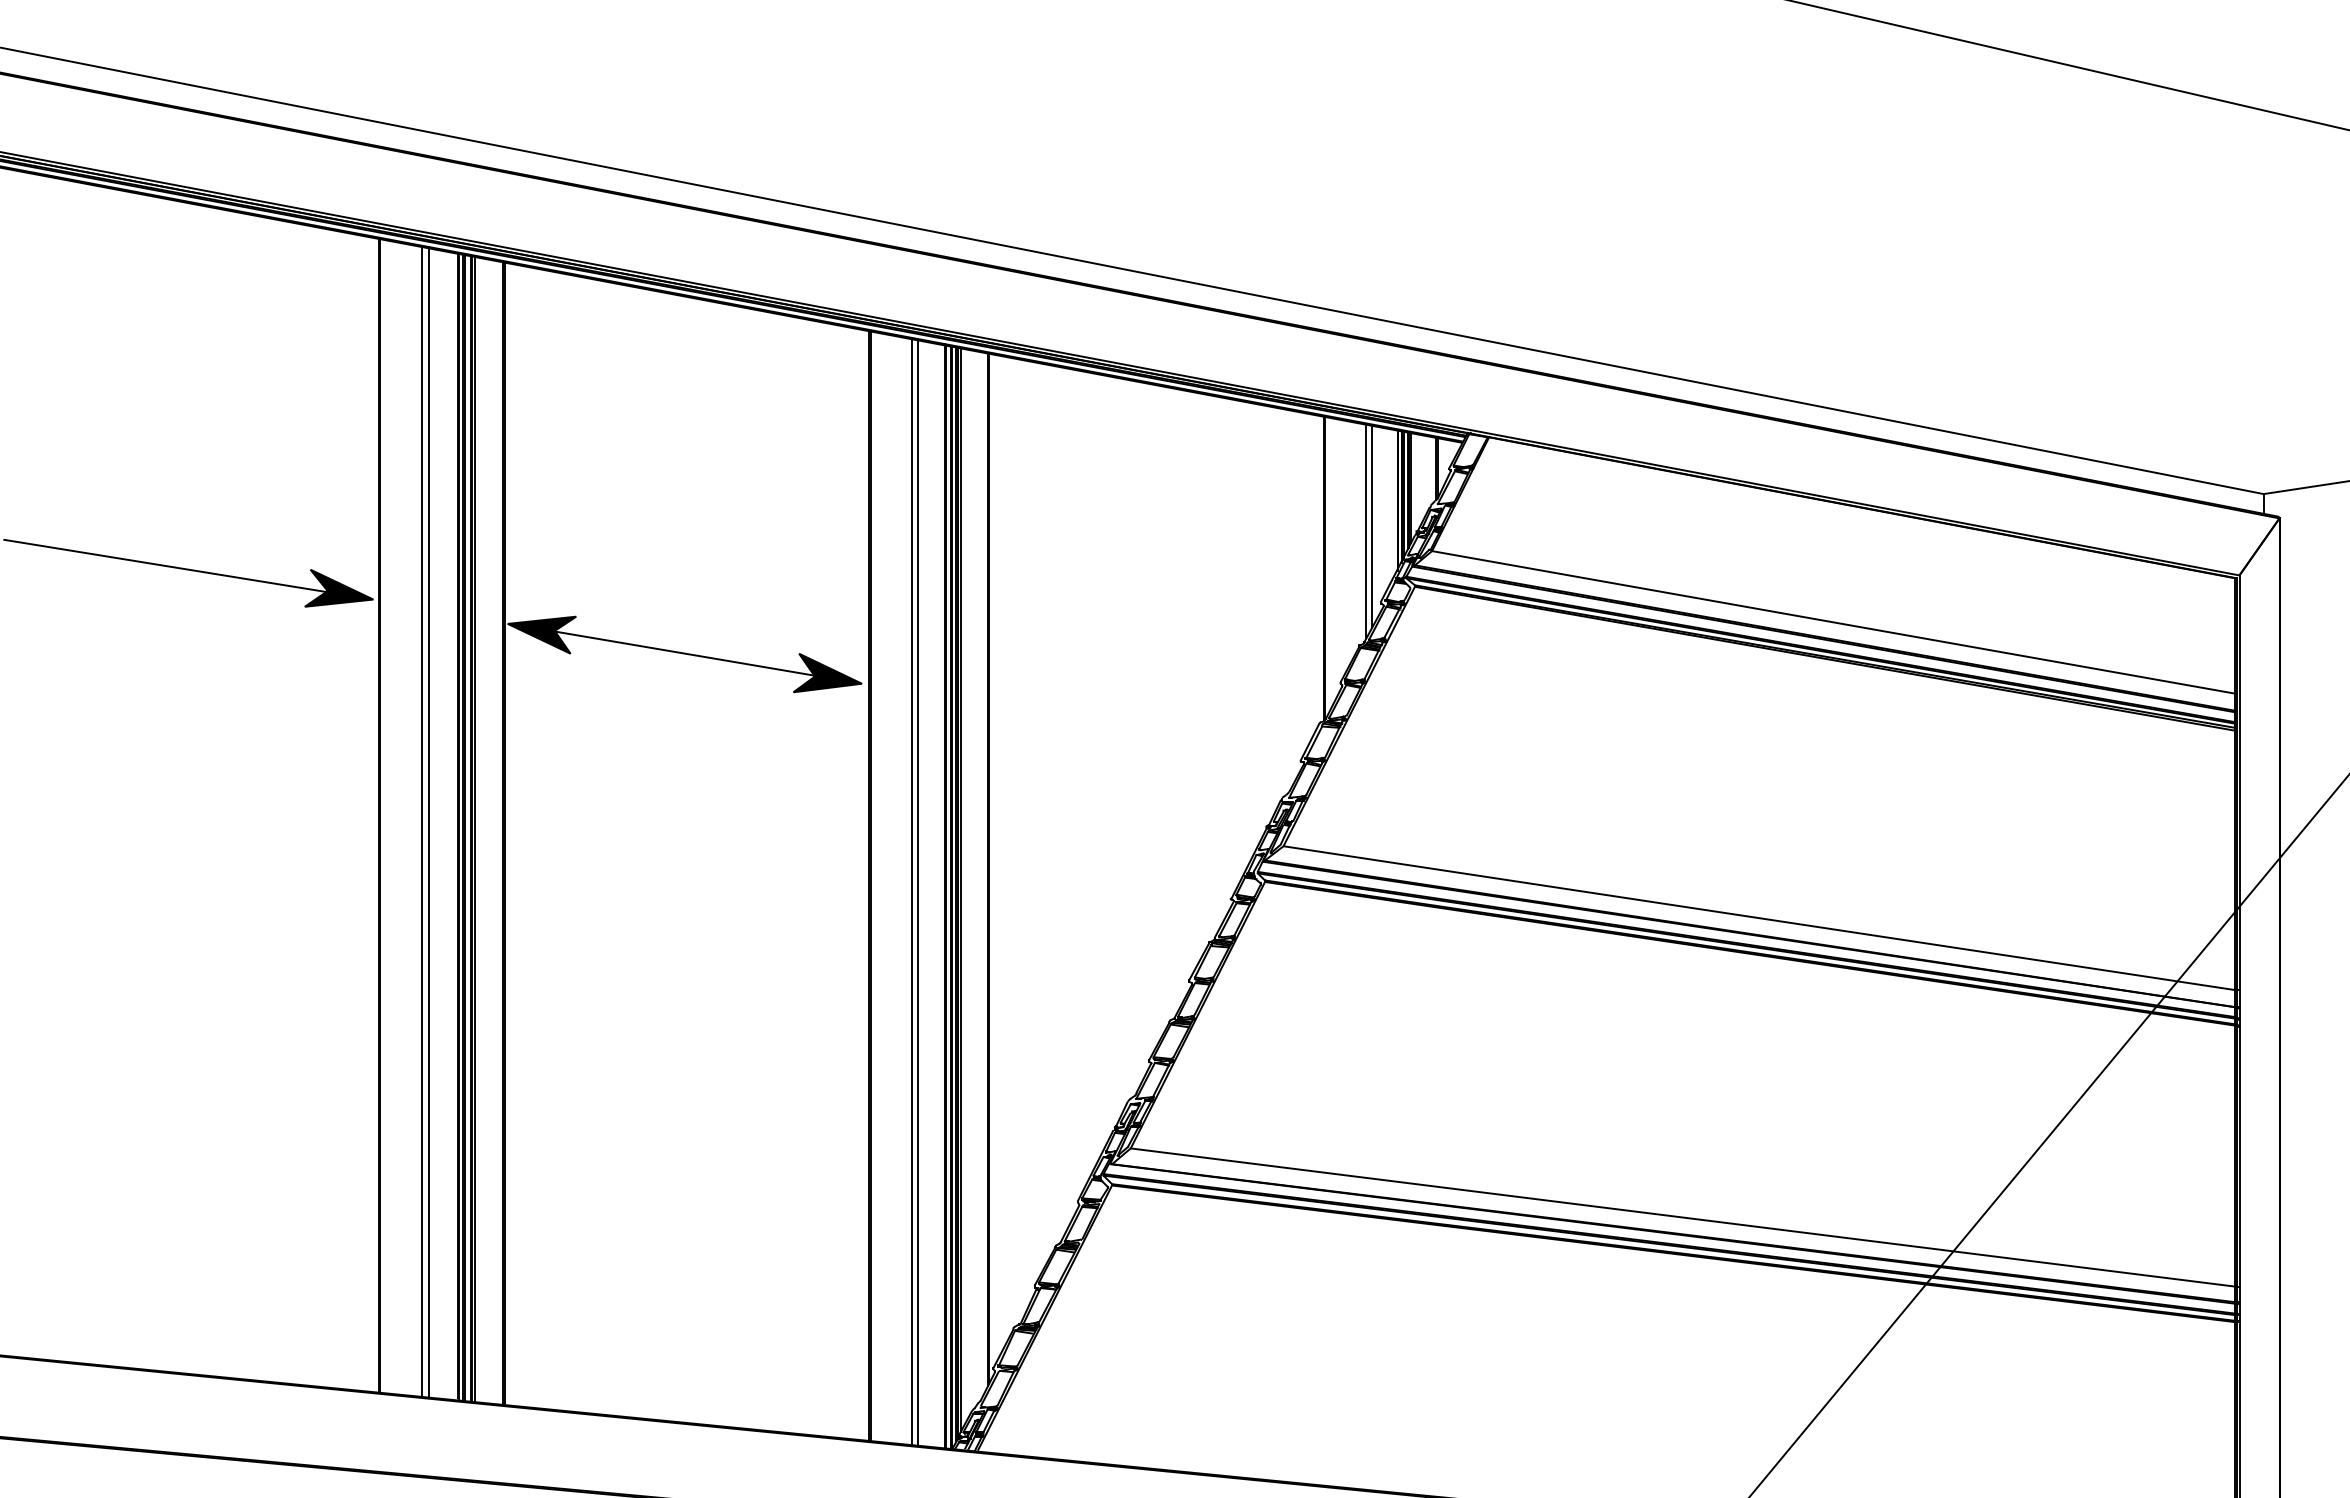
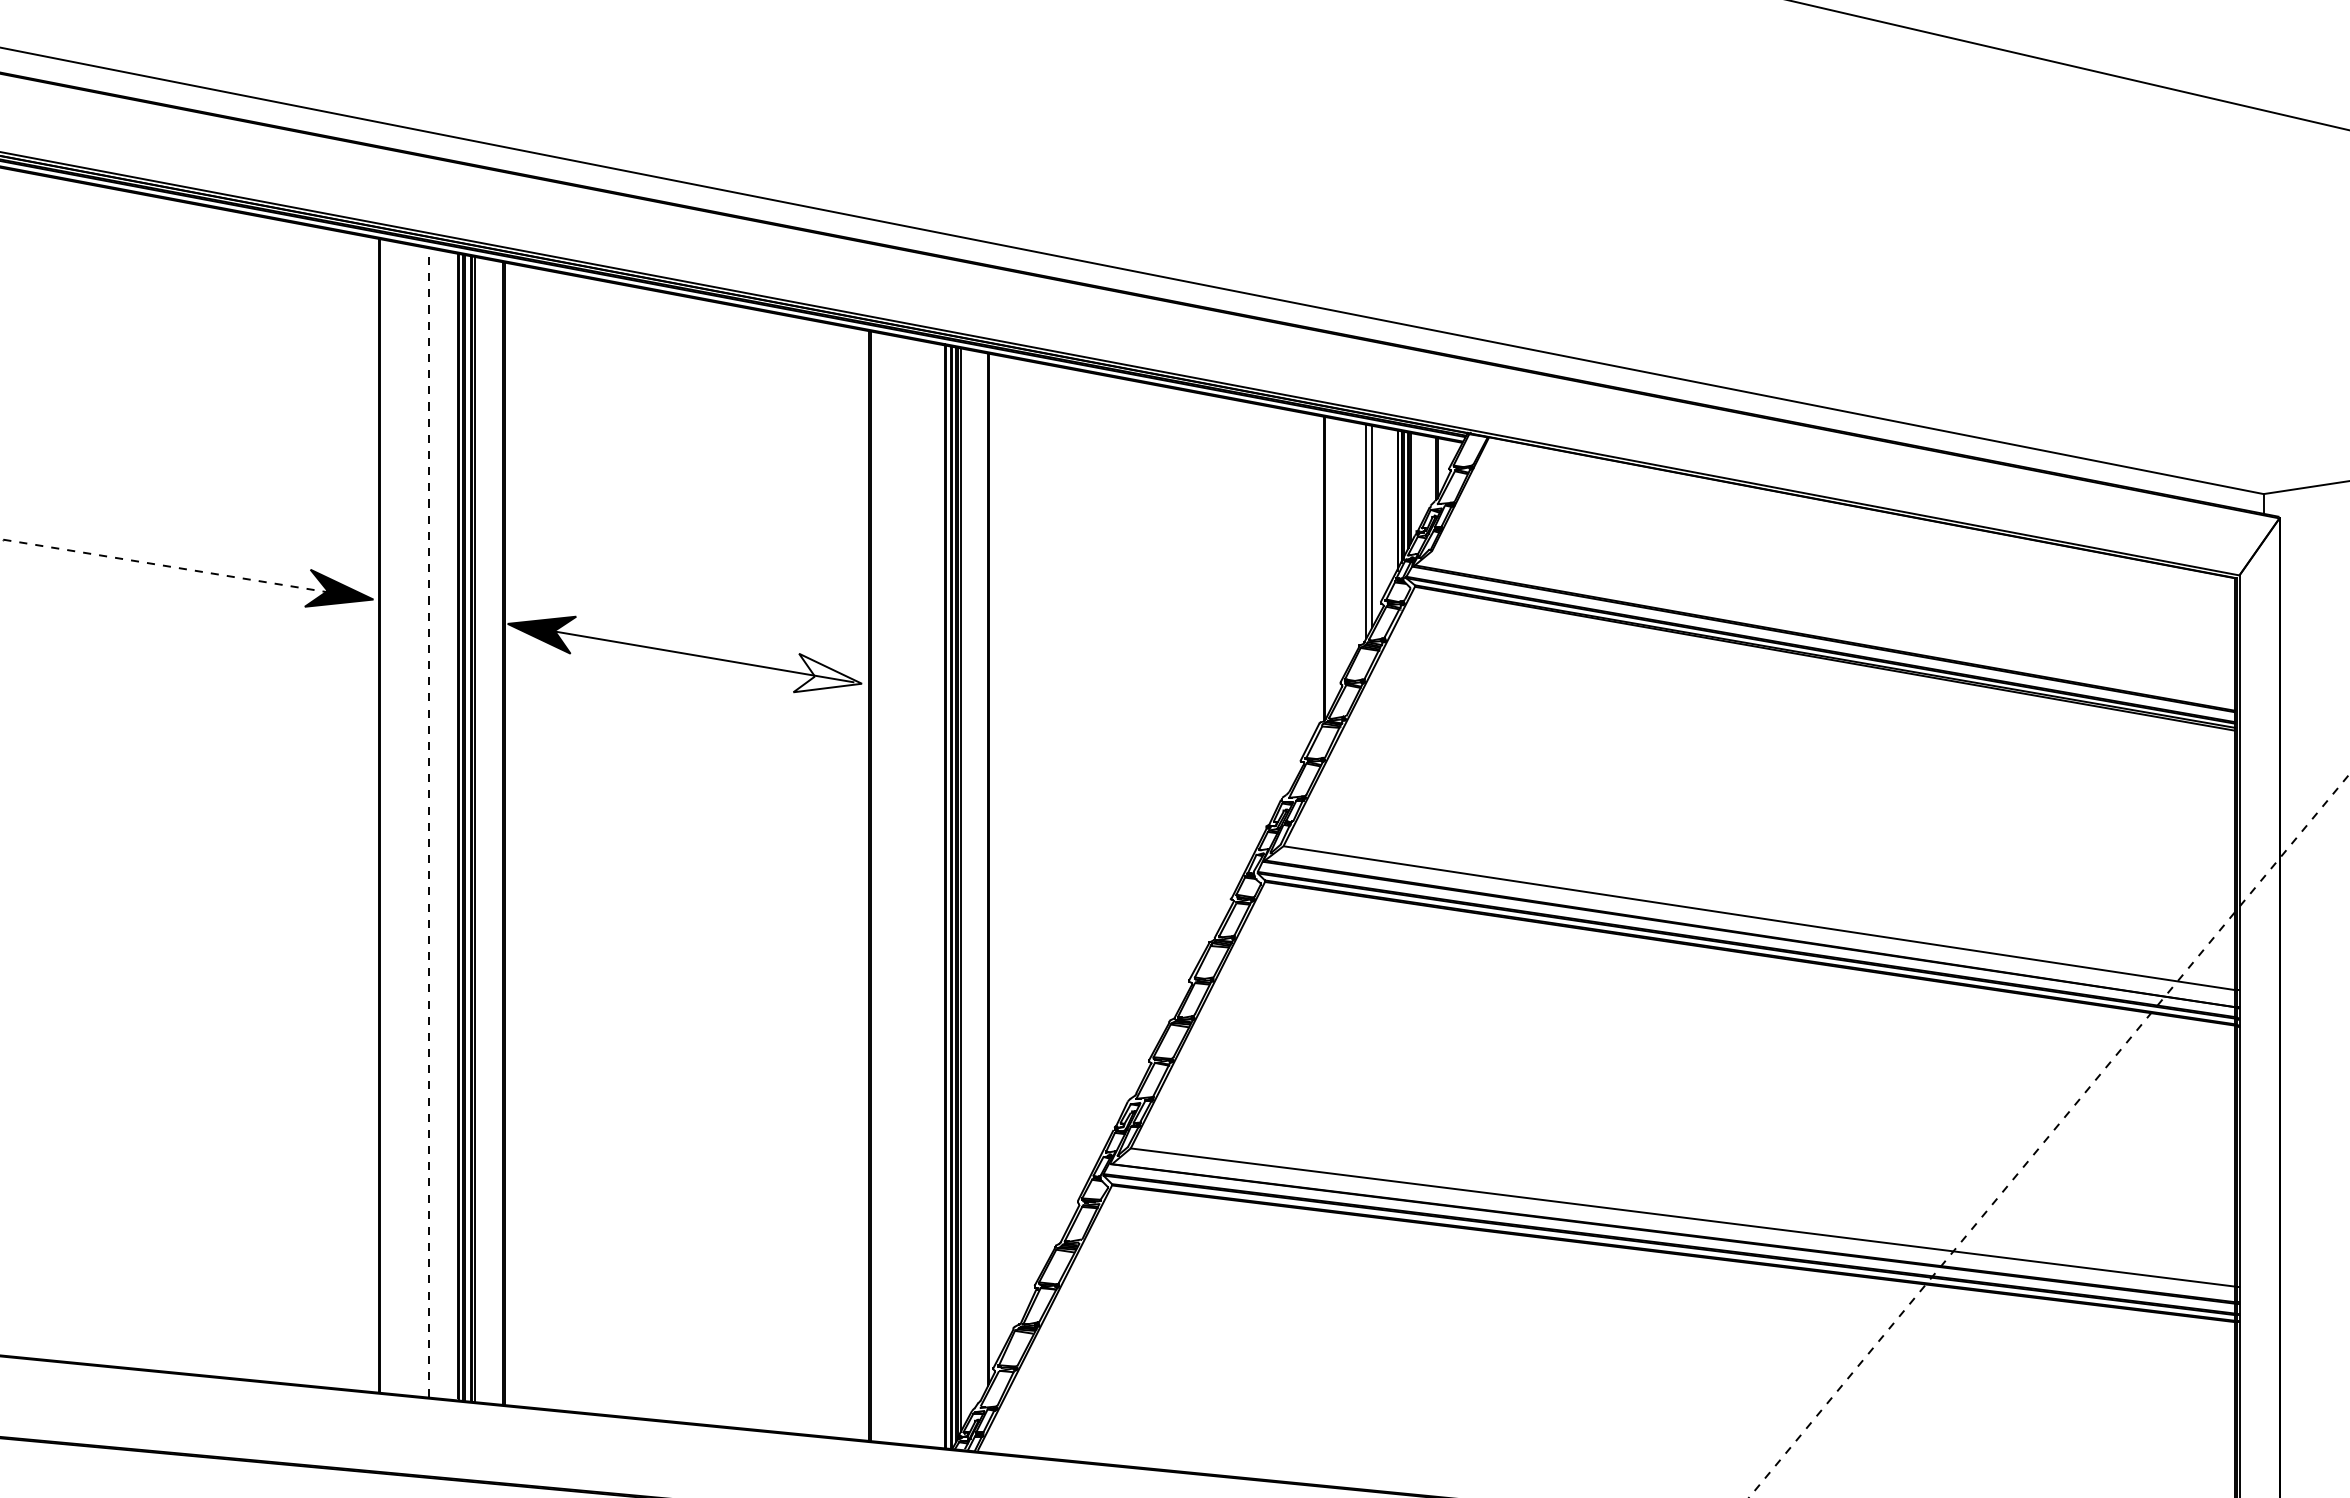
line at (183, 568): solid -> dashed
line at (1833, 622): present -> none
fill at (827, 672): present -> none
line at (422, 821): present -> none
line at (429, 822): solid -> dashed
line at (912, 891): present -> none
line at (917, 892): present -> none
line at (2048, 1136): solid -> dashed
